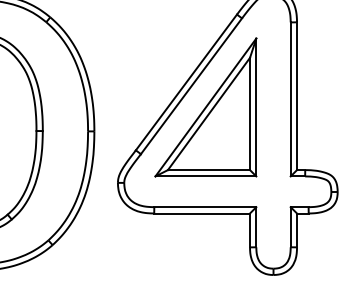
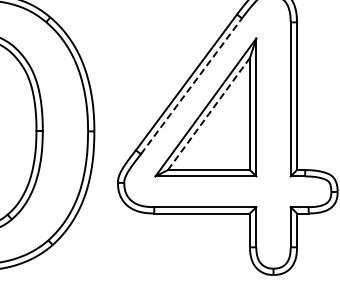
line at (191, 86): solid -> dashed
line at (208, 114): solid -> dashed
